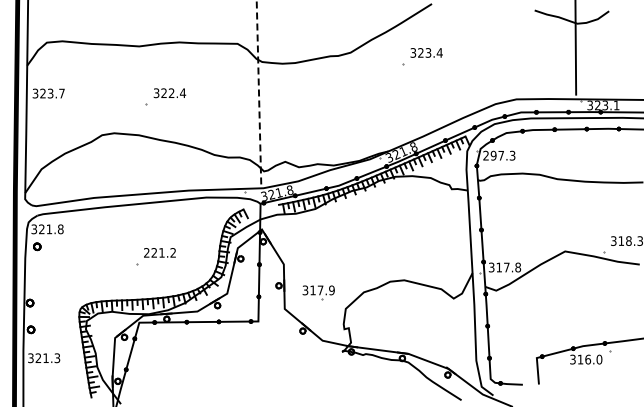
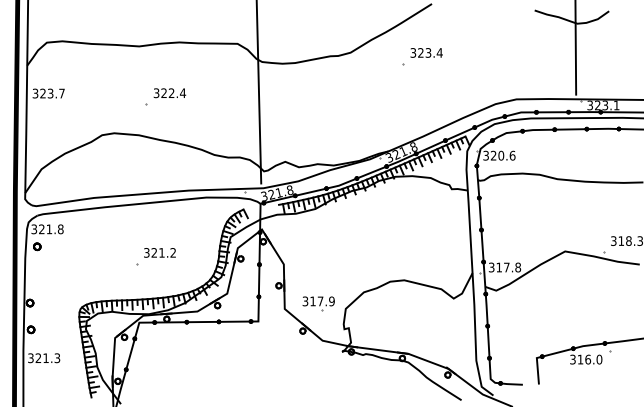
line at (258, 92): dashed -> solid
text at (499, 155): 297.3 -> 320.6
text at (146, 252): 221.2 -> 321.2
part at (318, 292) position: (318, 292) -> (318, 303)
